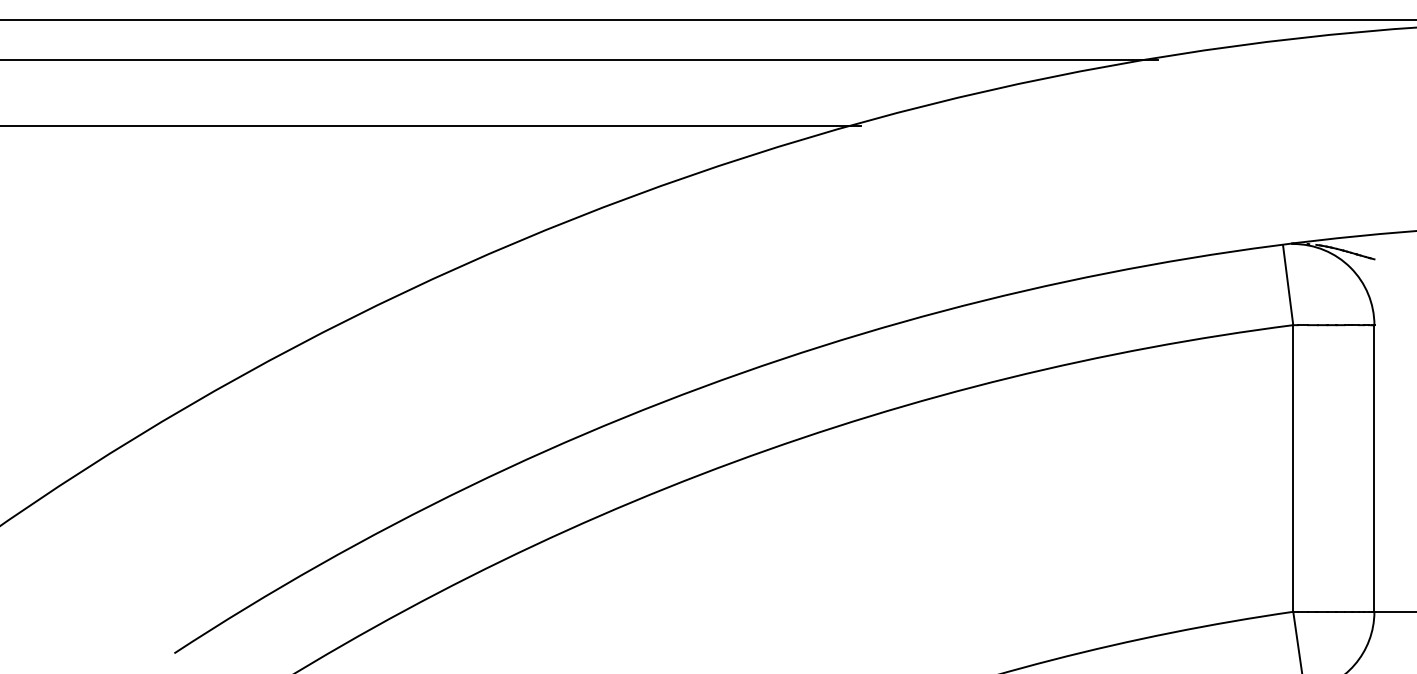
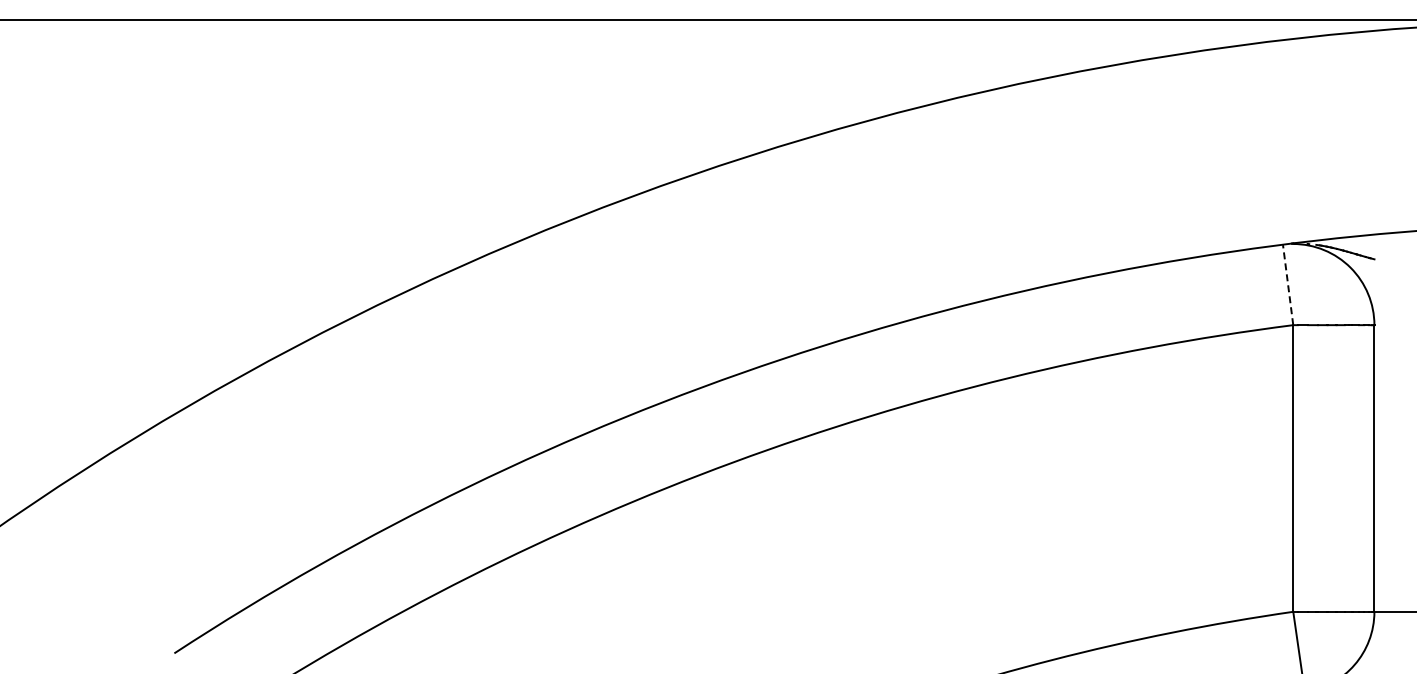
line at (579, 59): present -> none
line at (431, 125): present -> none
line at (1288, 284): solid -> dashed
